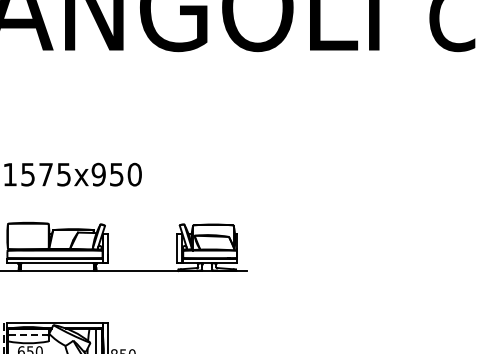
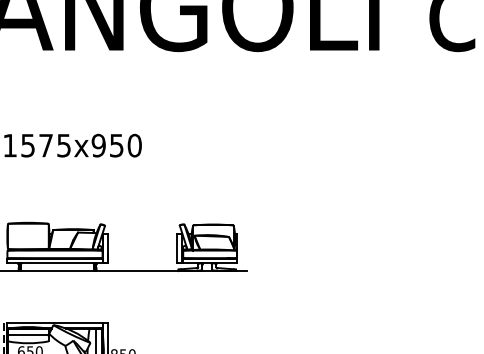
text at (72, 174) position: (72, 174) -> (72, 145)
line at (28, 335): dashed -> solid
